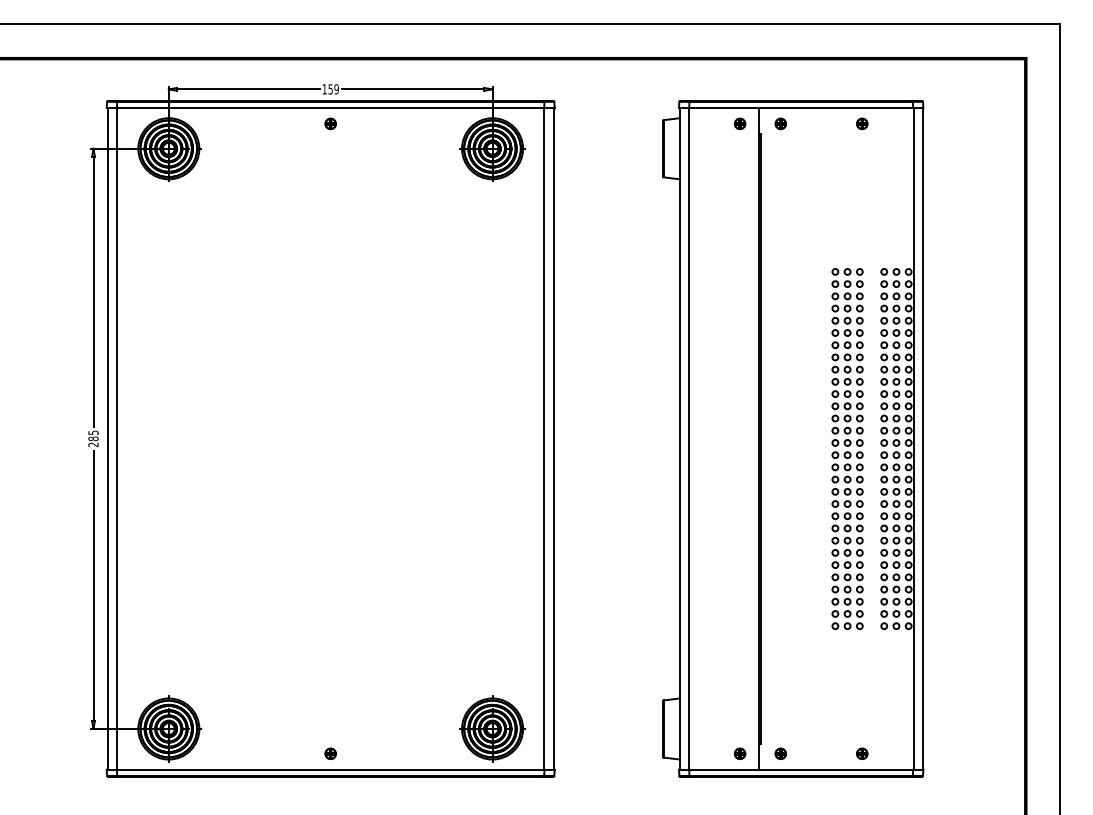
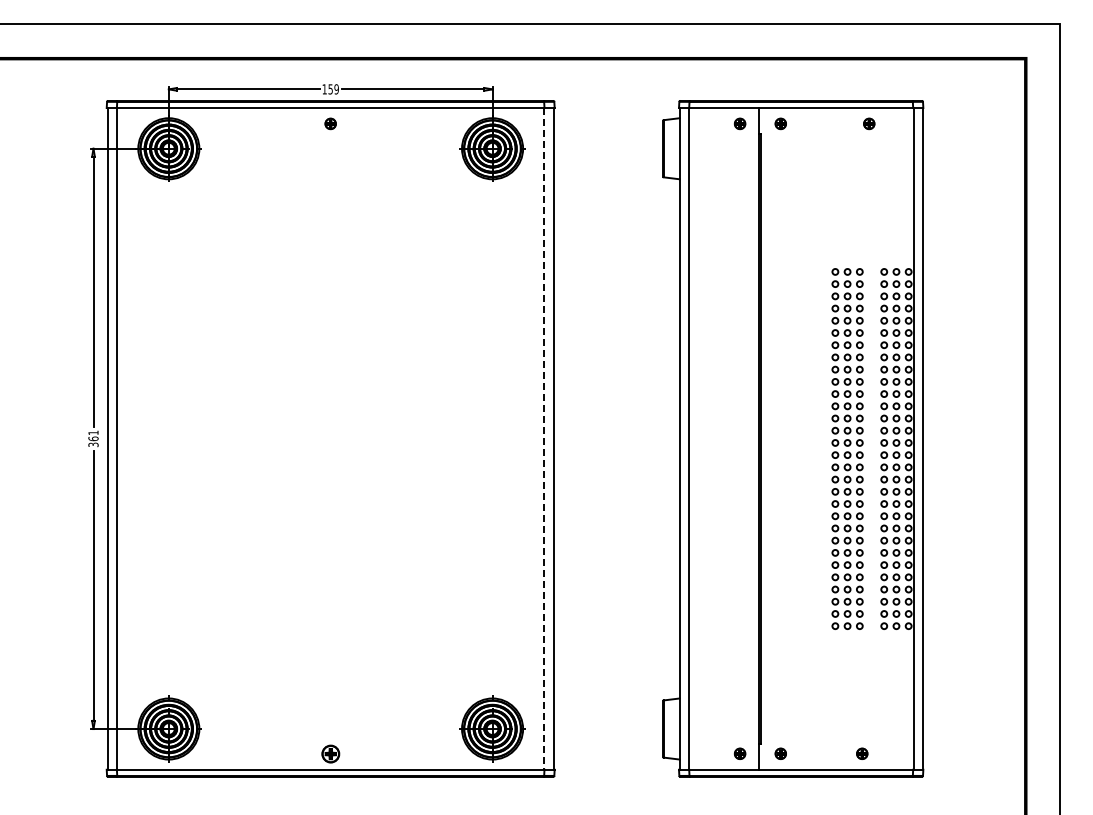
part at (862, 123) position: (862, 123) -> (869, 123)
text at (93, 438): 285 -> 361
line at (544, 438): solid -> dashed
part at (330, 753) size: 13x13 px -> 20x20 px
